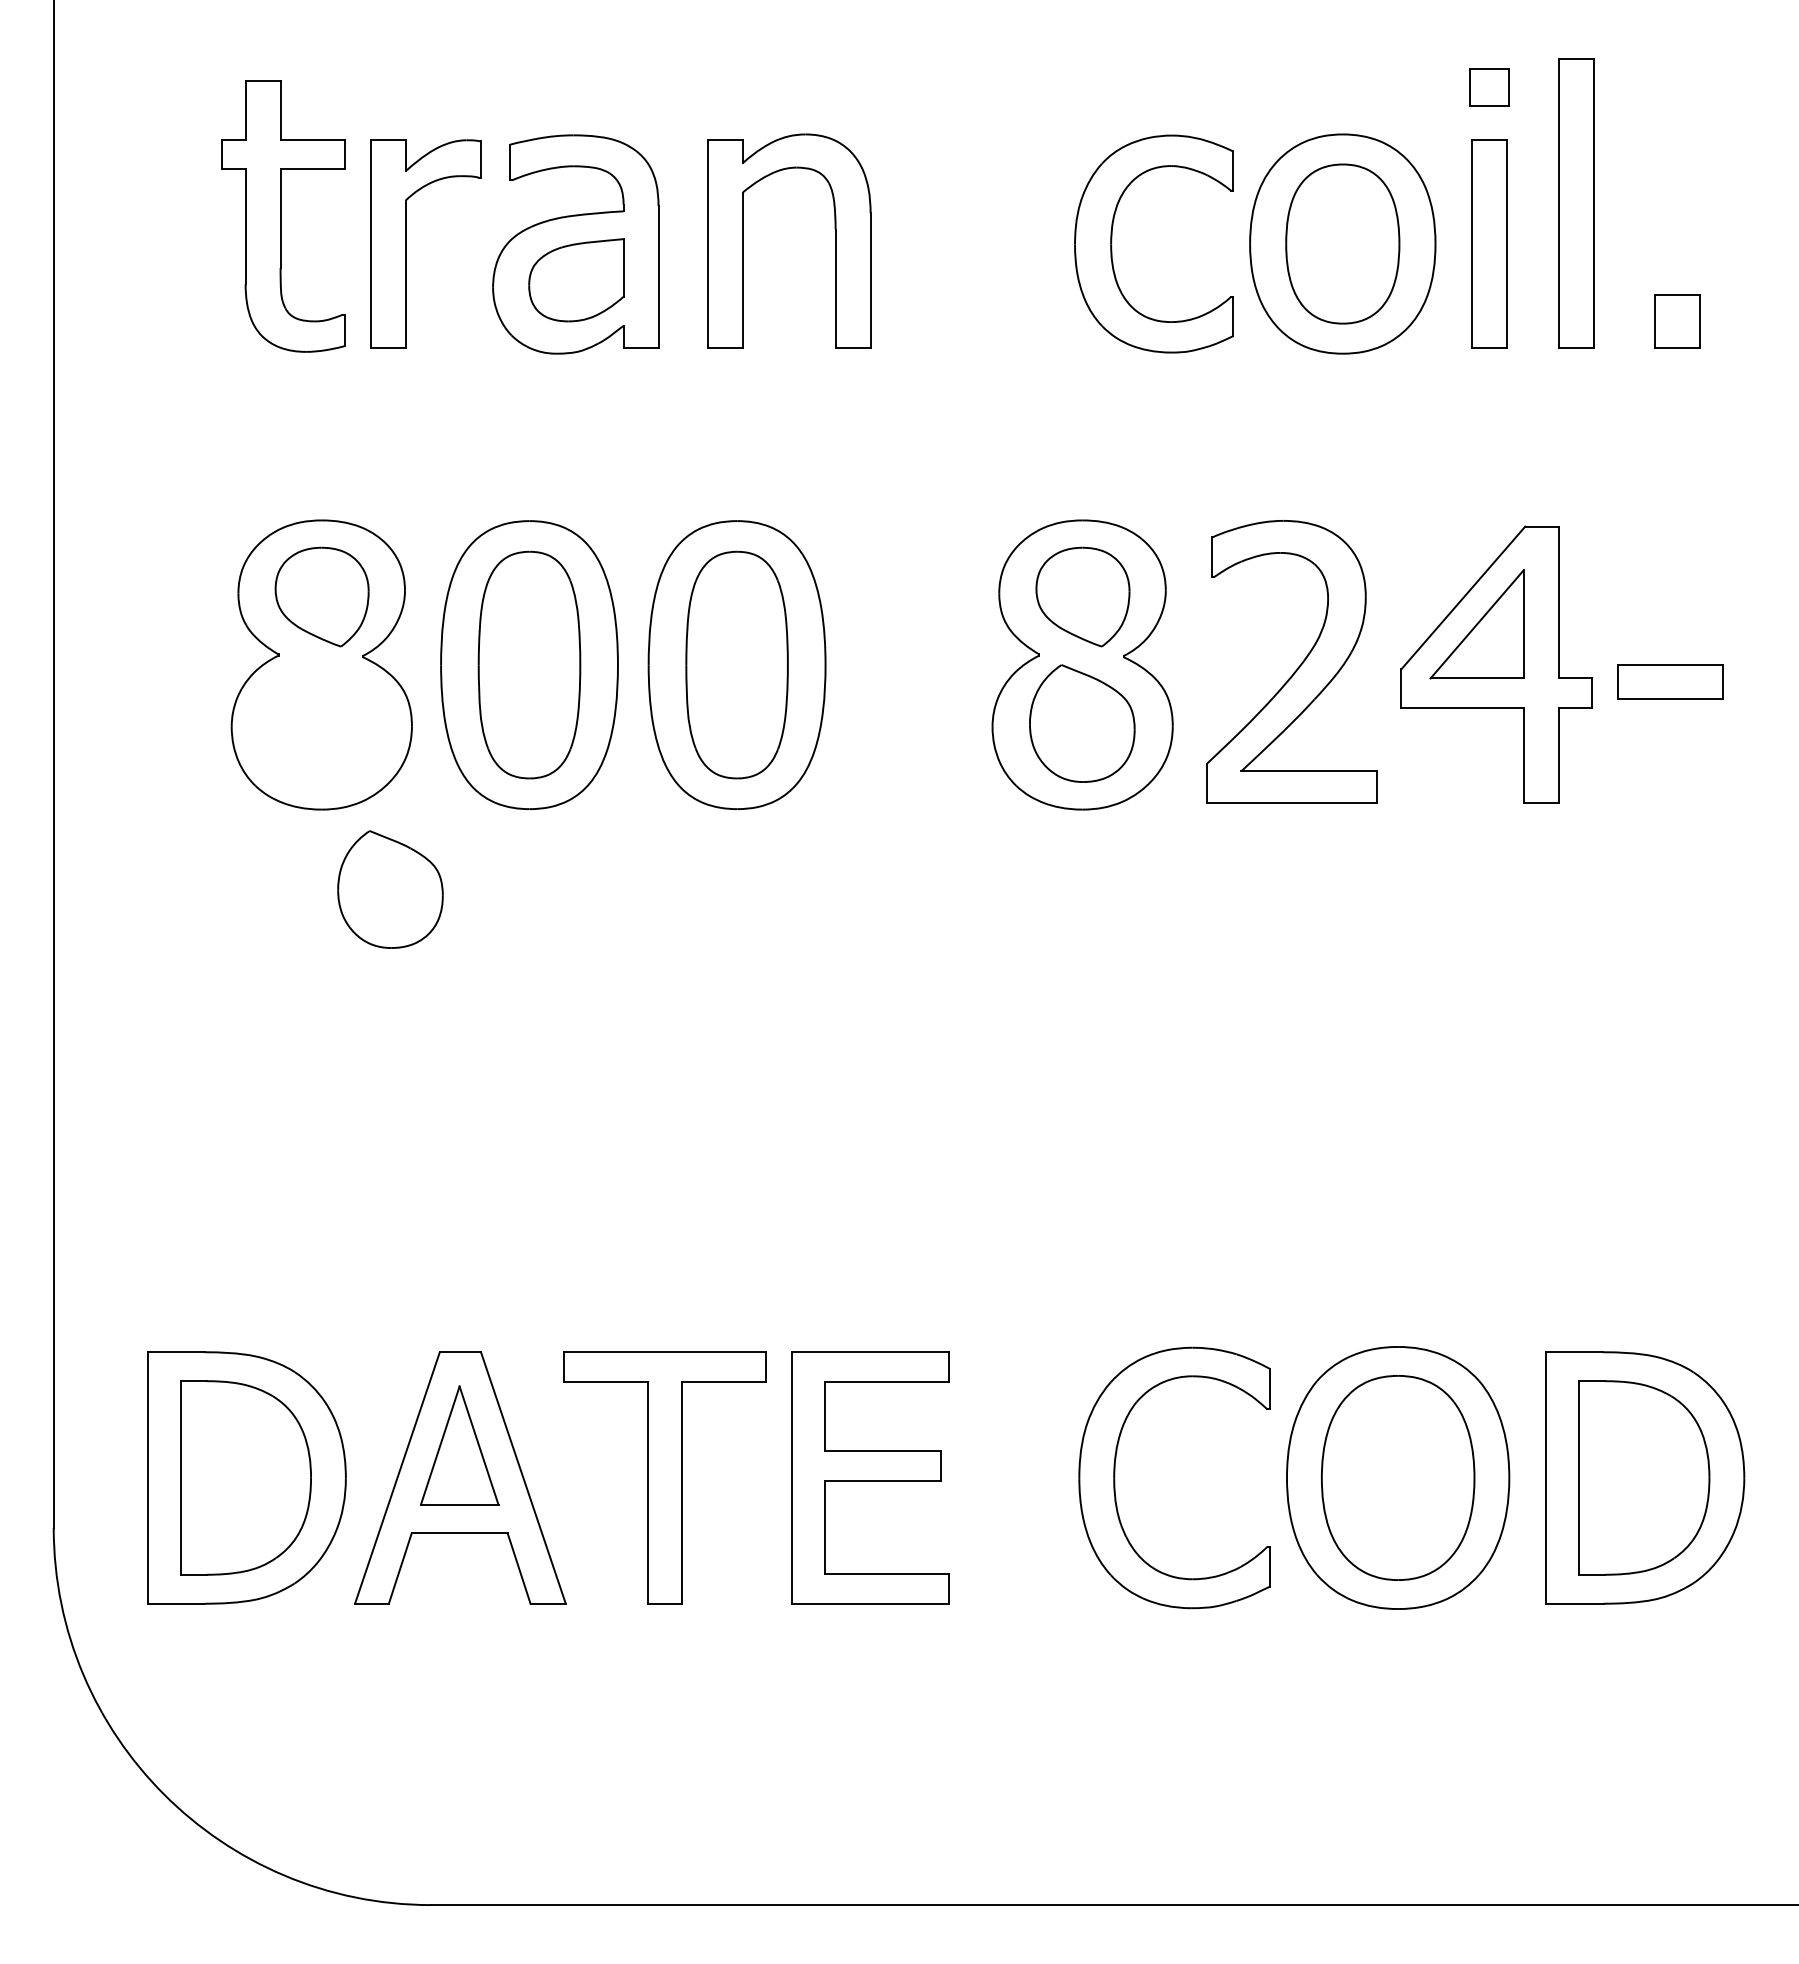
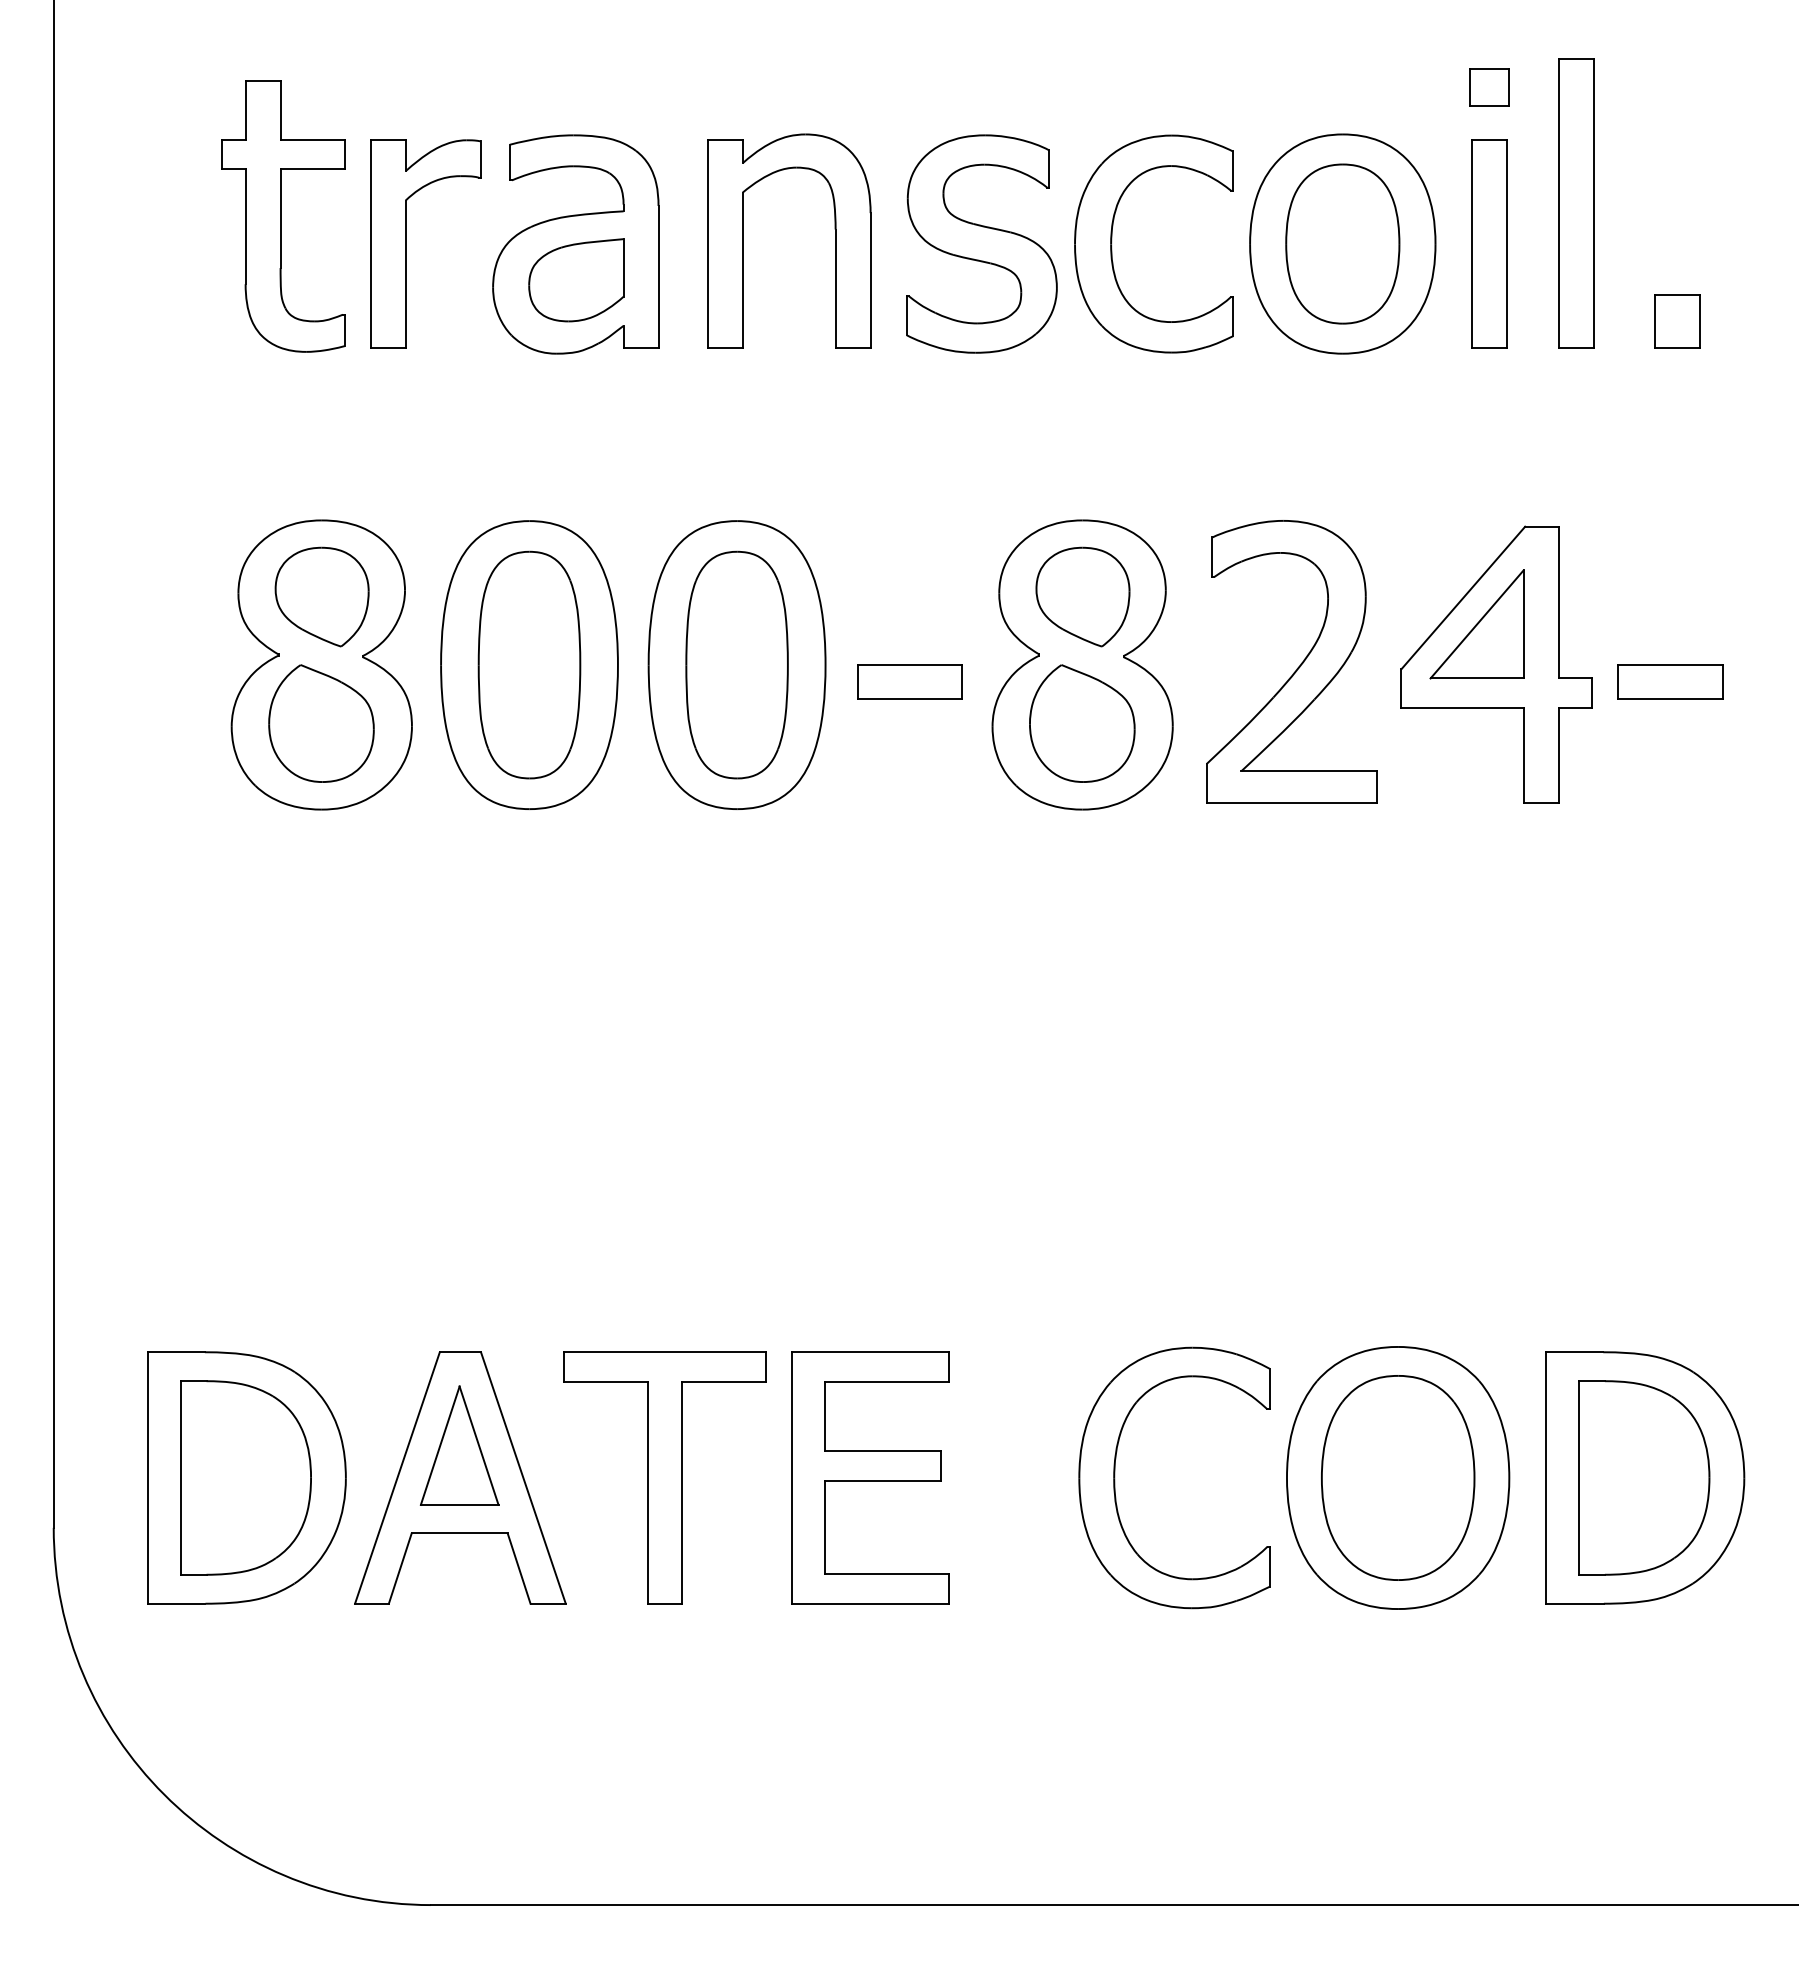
part at (981, 243): none -> present
part at (909, 681): none -> present
part at (390, 889) position: (390, 889) -> (321, 723)
